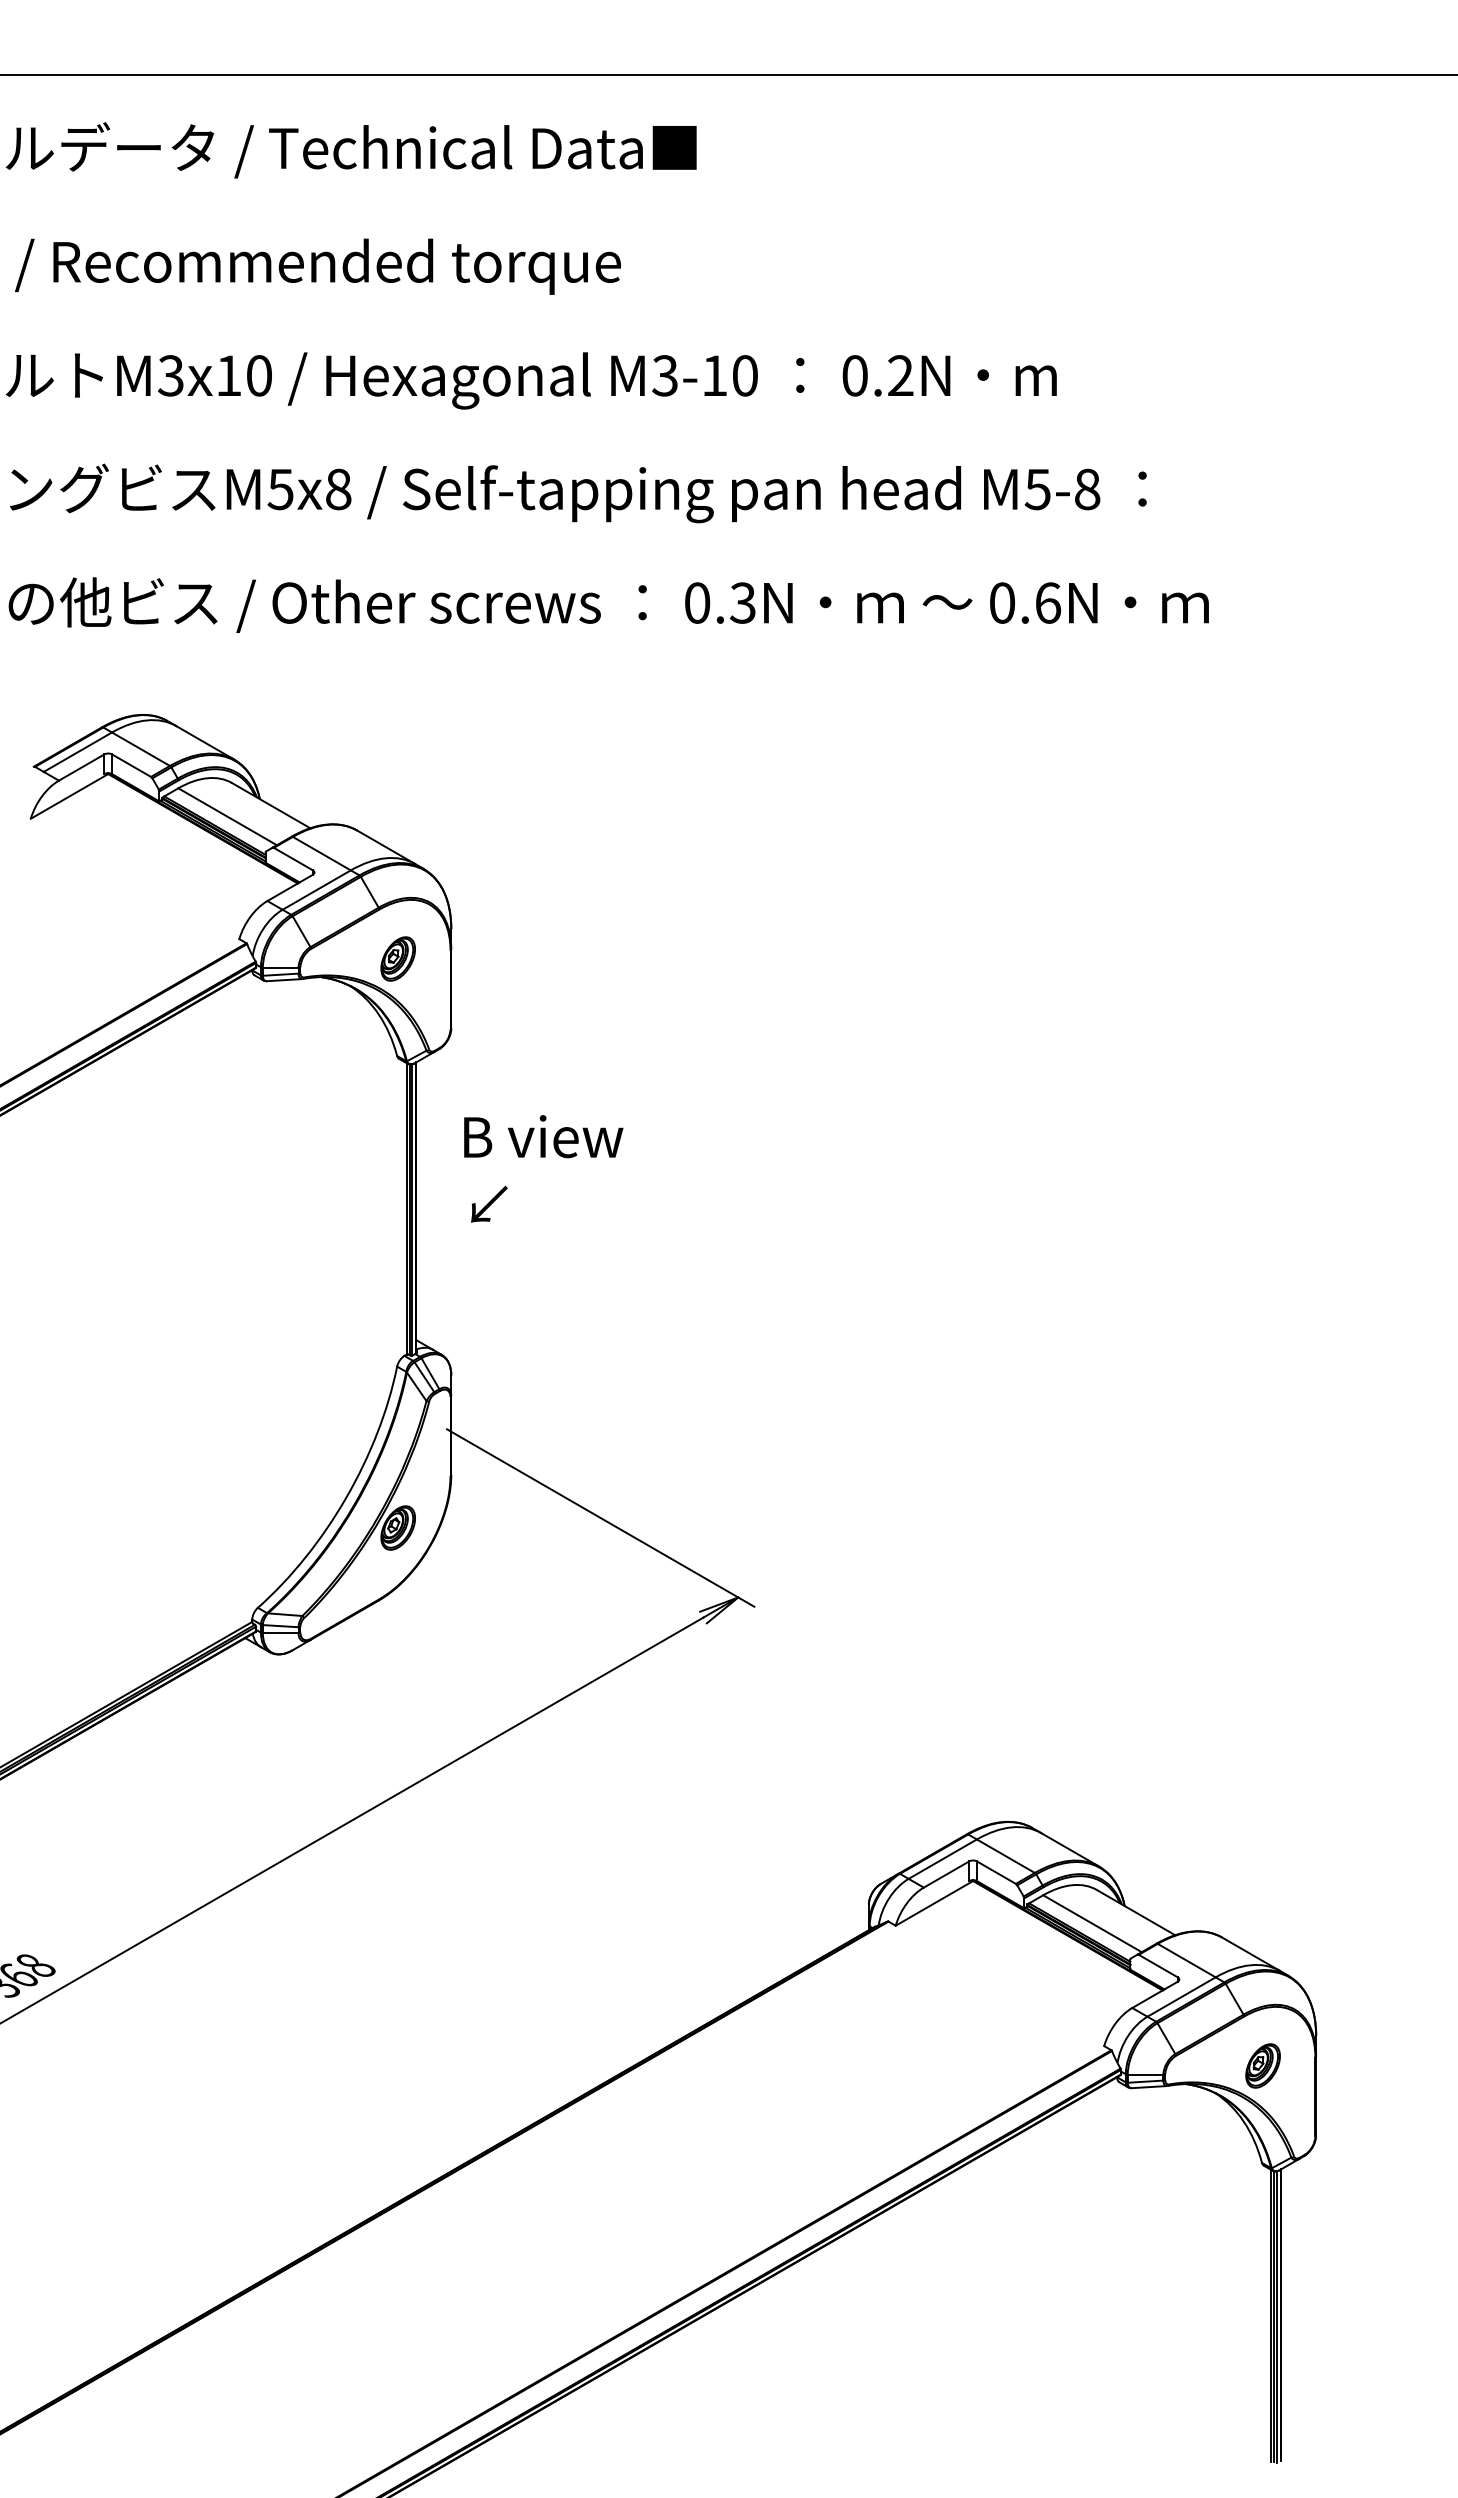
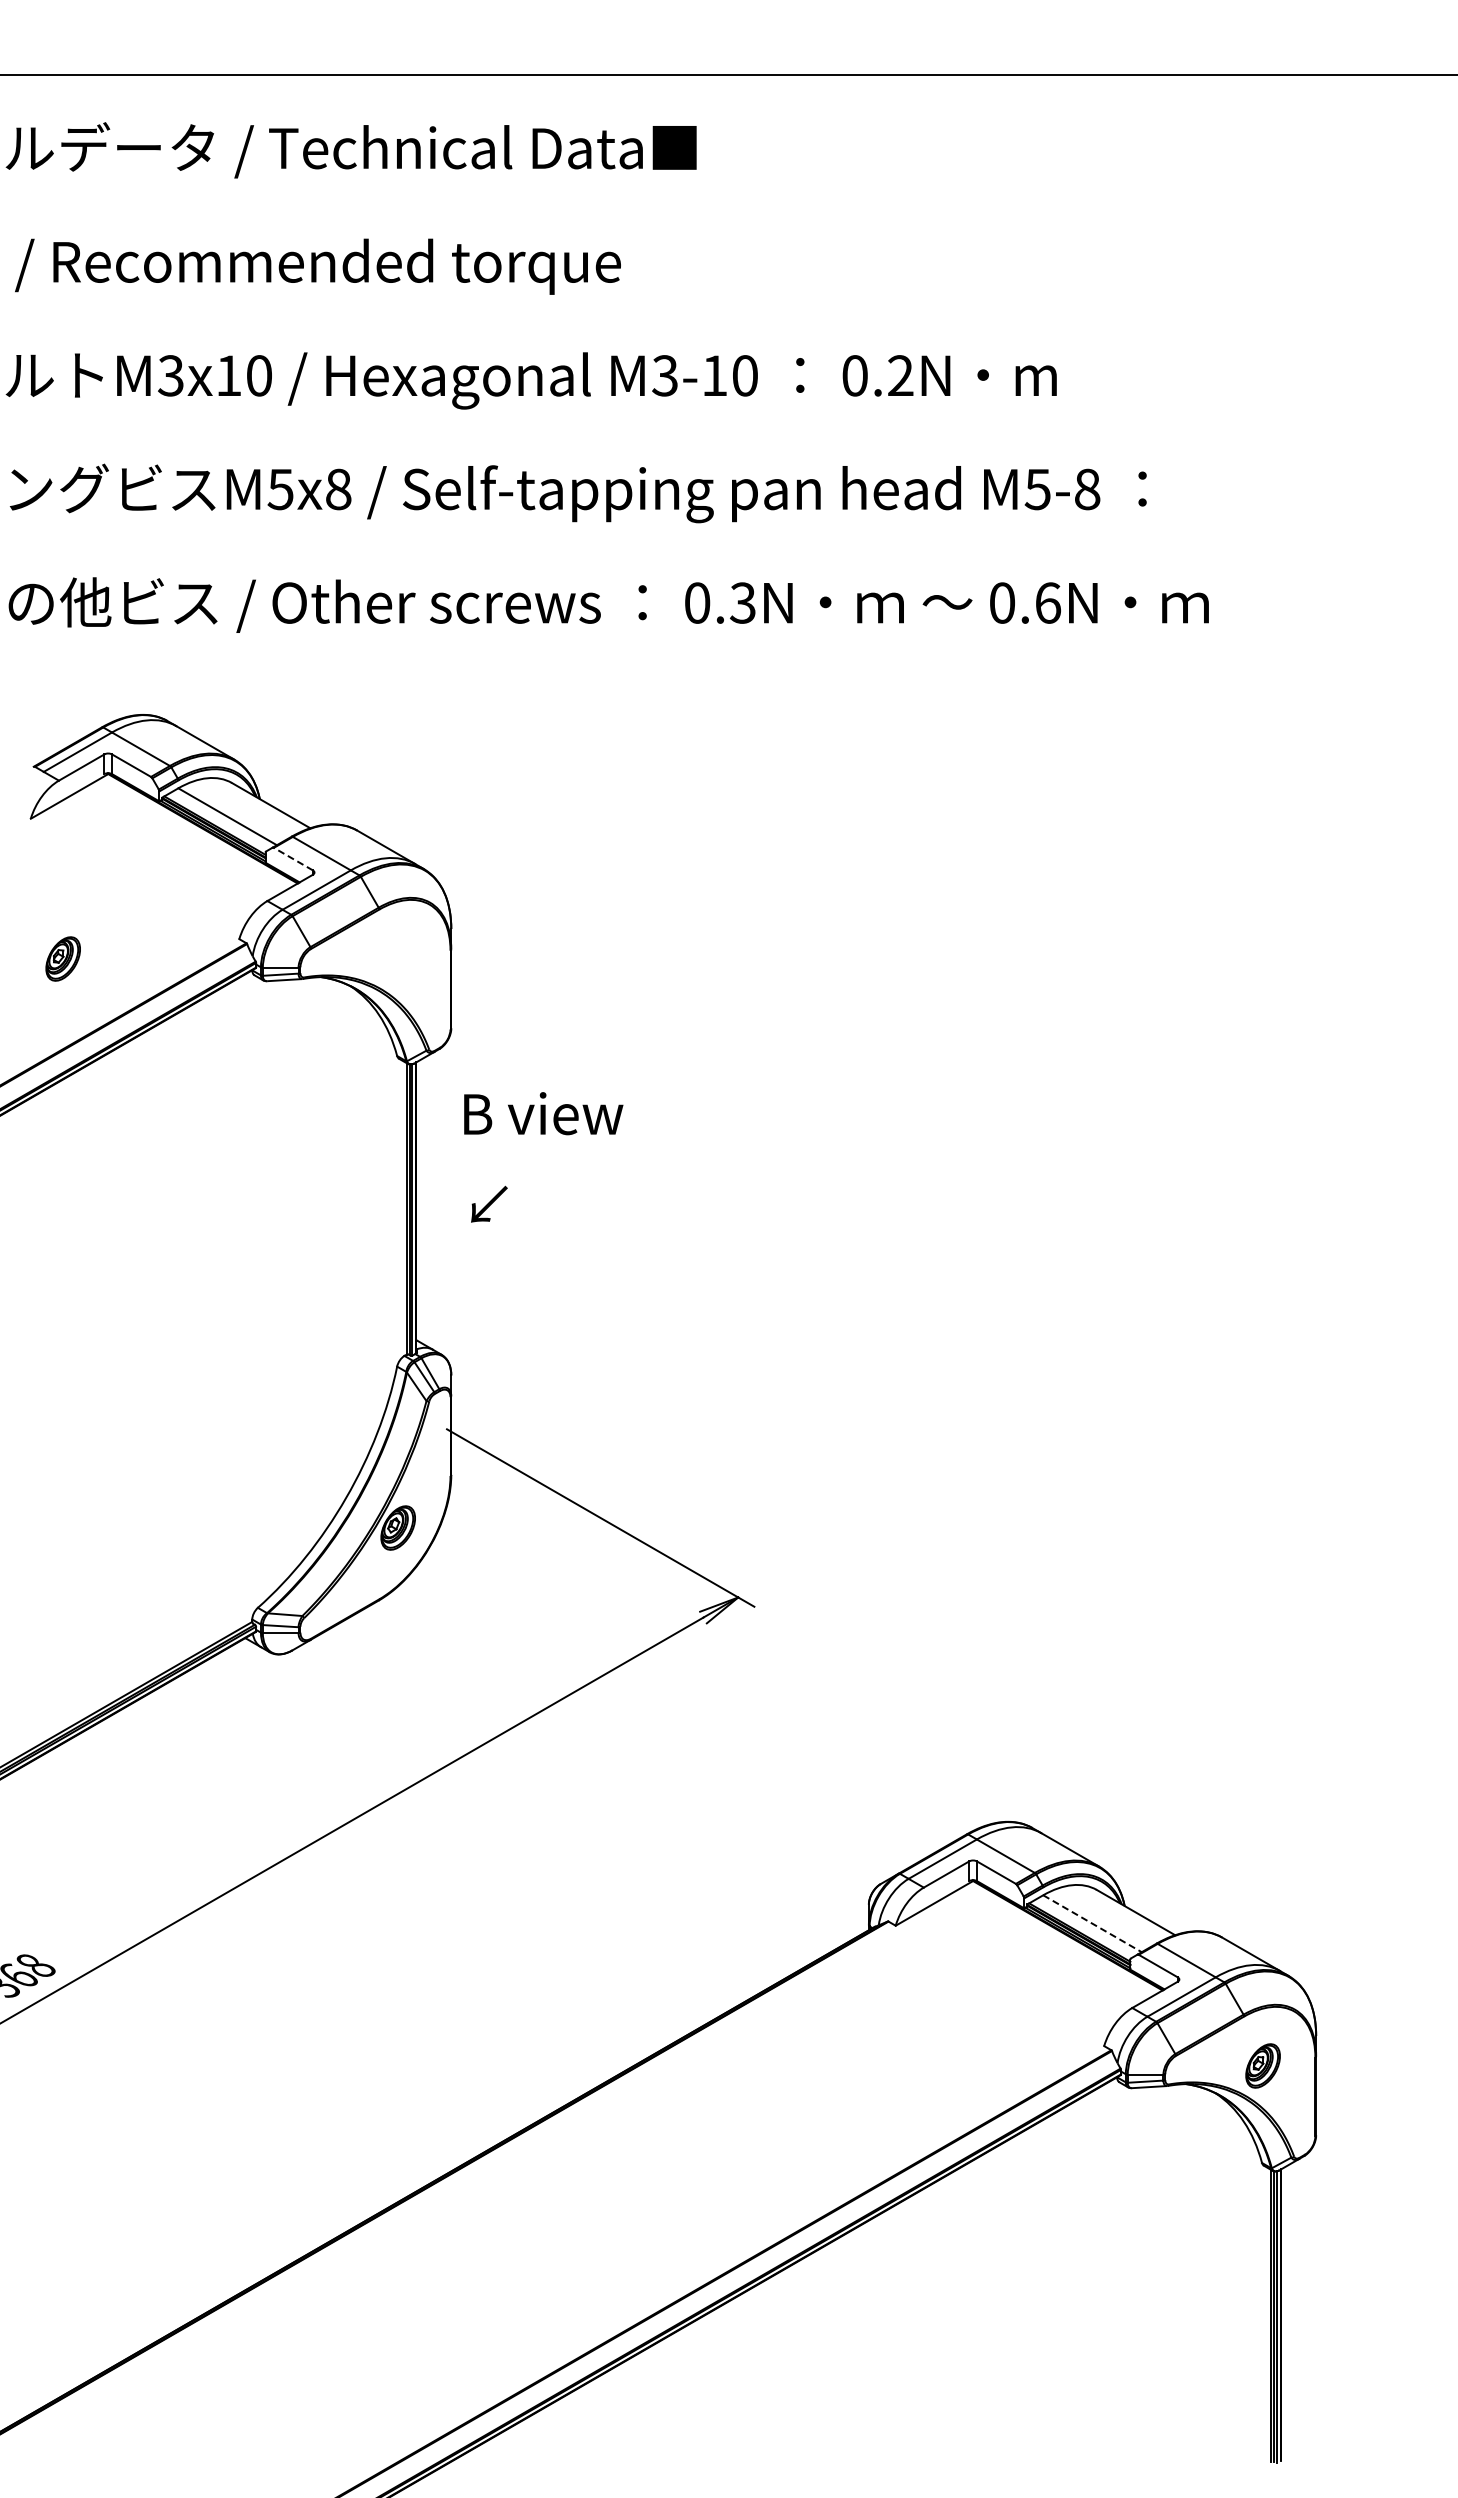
line at (293, 859): solid -> dashed
part at (397, 958) position: (397, 958) -> (62, 958)
text at (543, 1136) position: (543, 1136) -> (543, 1113)
line at (1092, 1923): solid -> dashed
